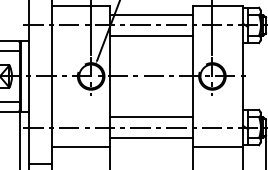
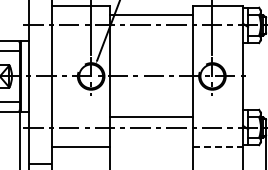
line at (151, 35): present -> none
line at (151, 137): present -> none
line at (218, 146): solid -> dashed
